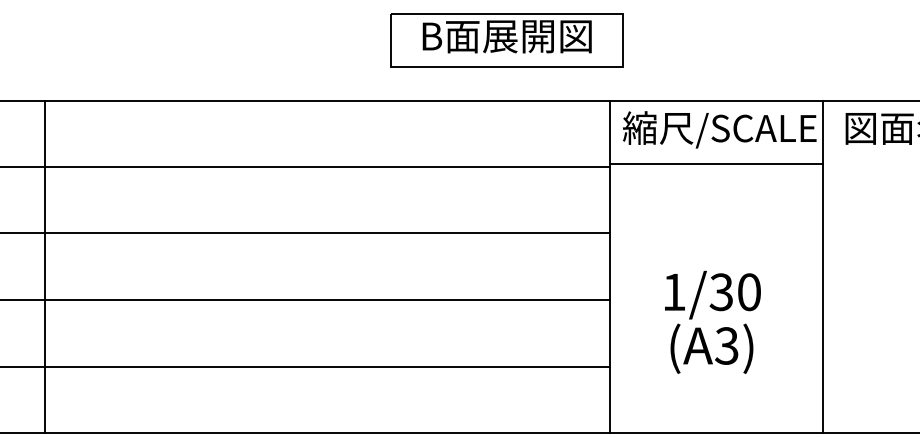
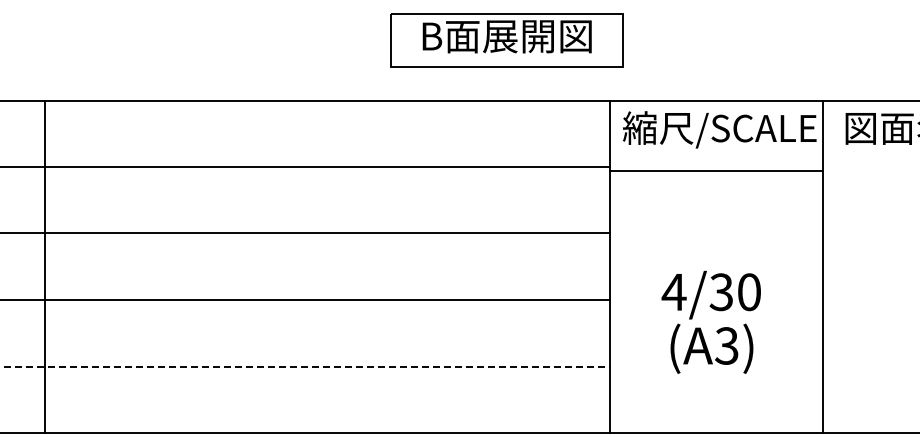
line at (716, 163) position: (716, 163) -> (716, 170)
text at (673, 292): 1/30 -> 4/30
line at (305, 366): solid -> dashed
